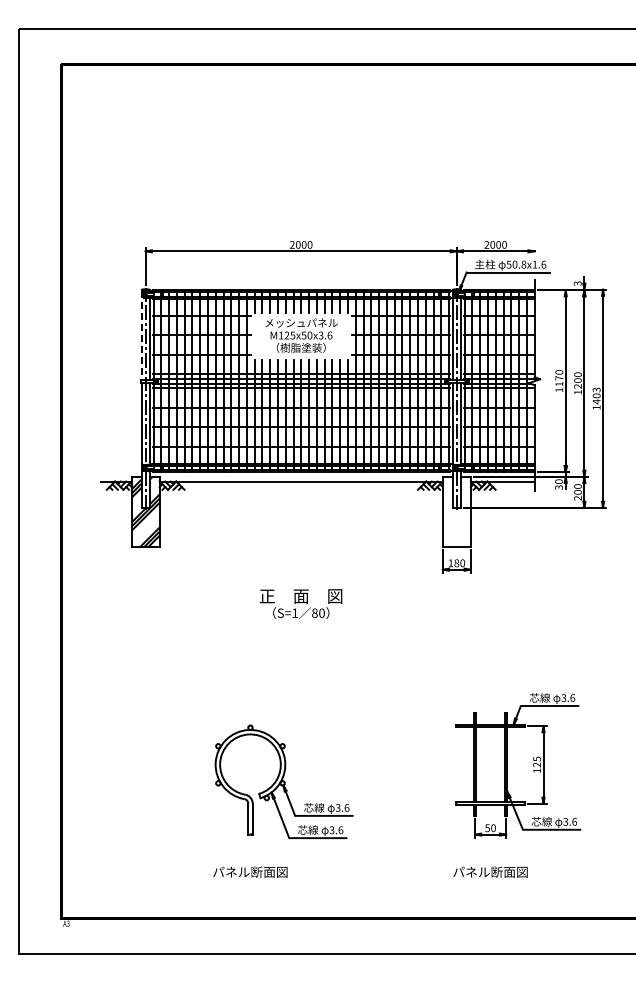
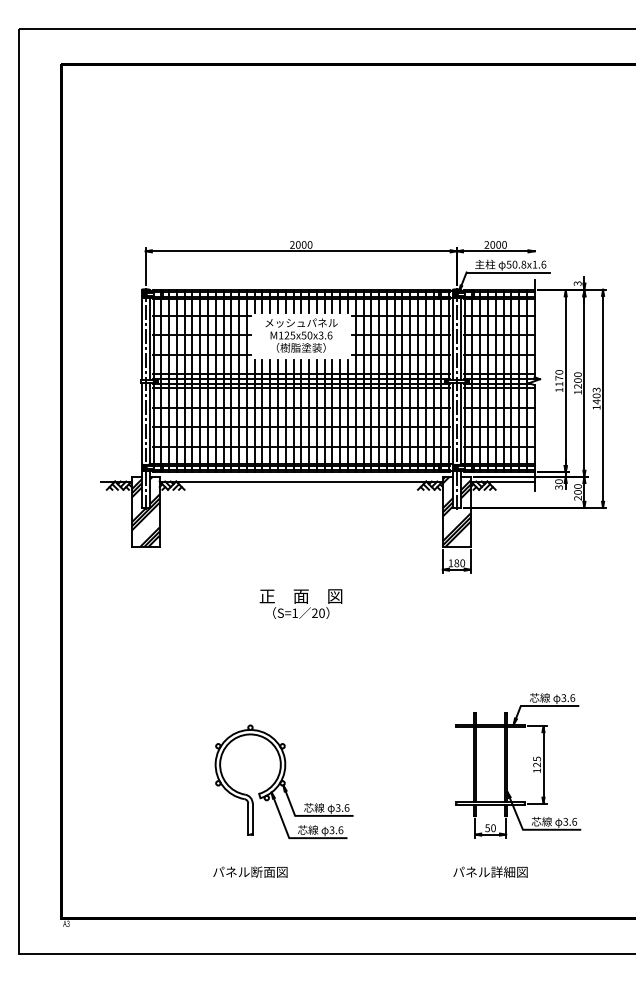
line at (141, 336): dashed -> solid
hatch at (456, 511): none -> present
text at (314, 612): 80 -> 20
text at (503, 871): パネル断面図 -> パネル詳細図
